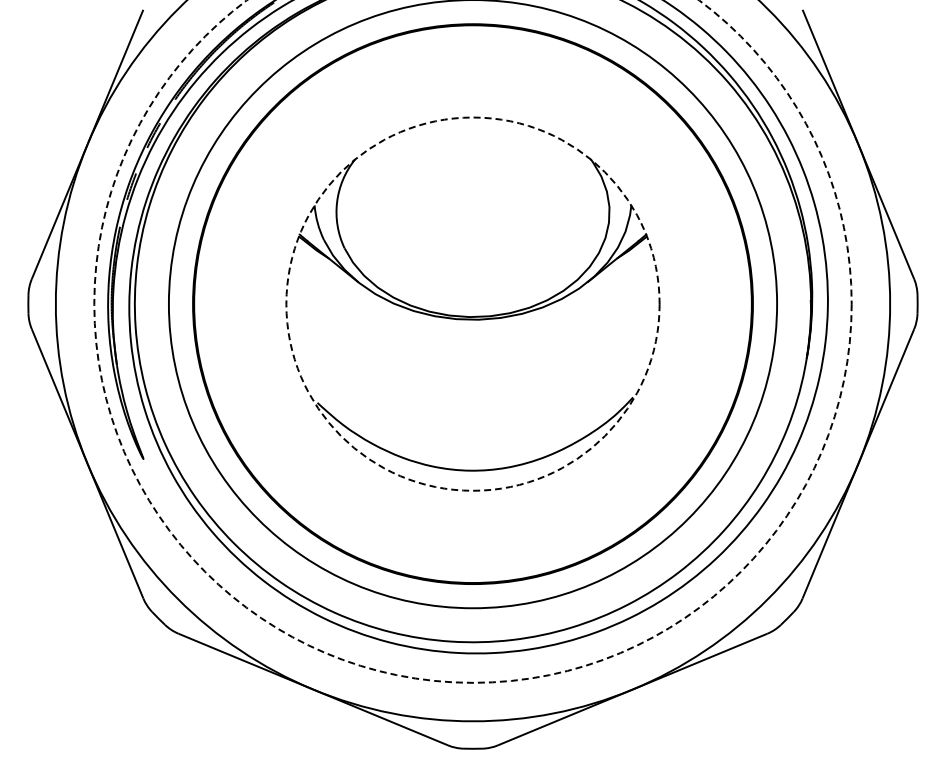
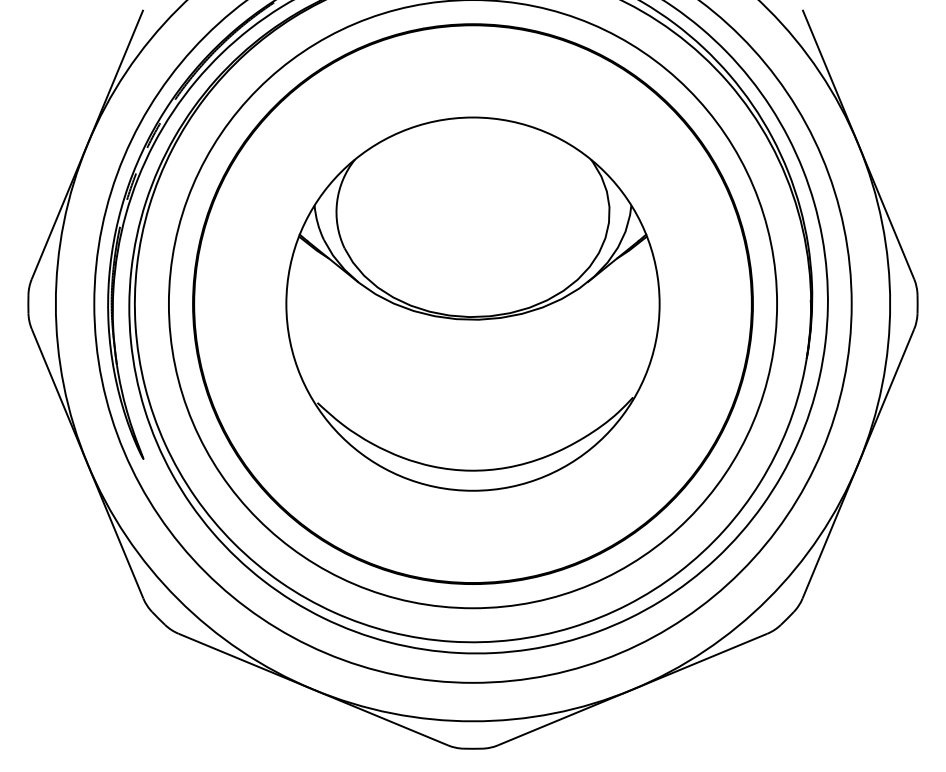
circle at (472, 303): dashed -> solid
circle at (472, 341): dashed -> solid
